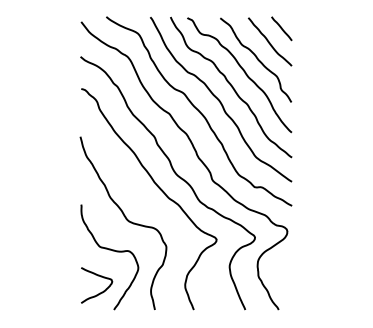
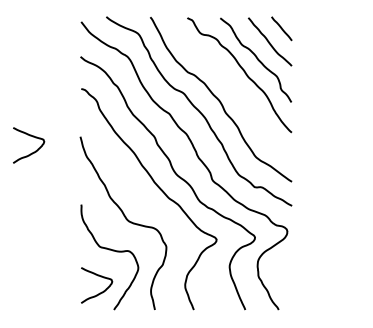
curve at (231, 87): present -> none
curve at (33, 151): none -> present
